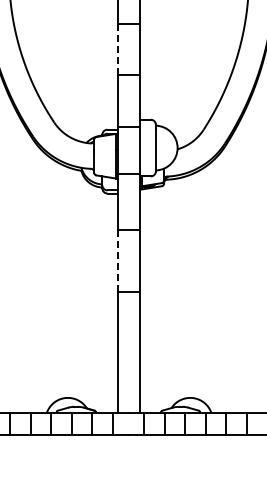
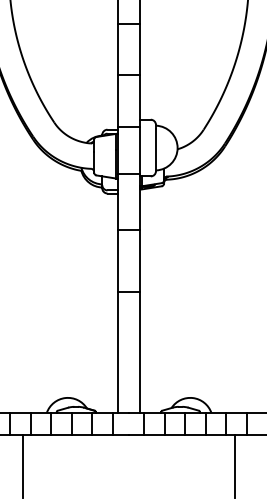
line at (117, 49): dashed -> solid
line at (117, 261): dashed -> solid
line at (23, 466): none -> present
line at (235, 466): none -> present
